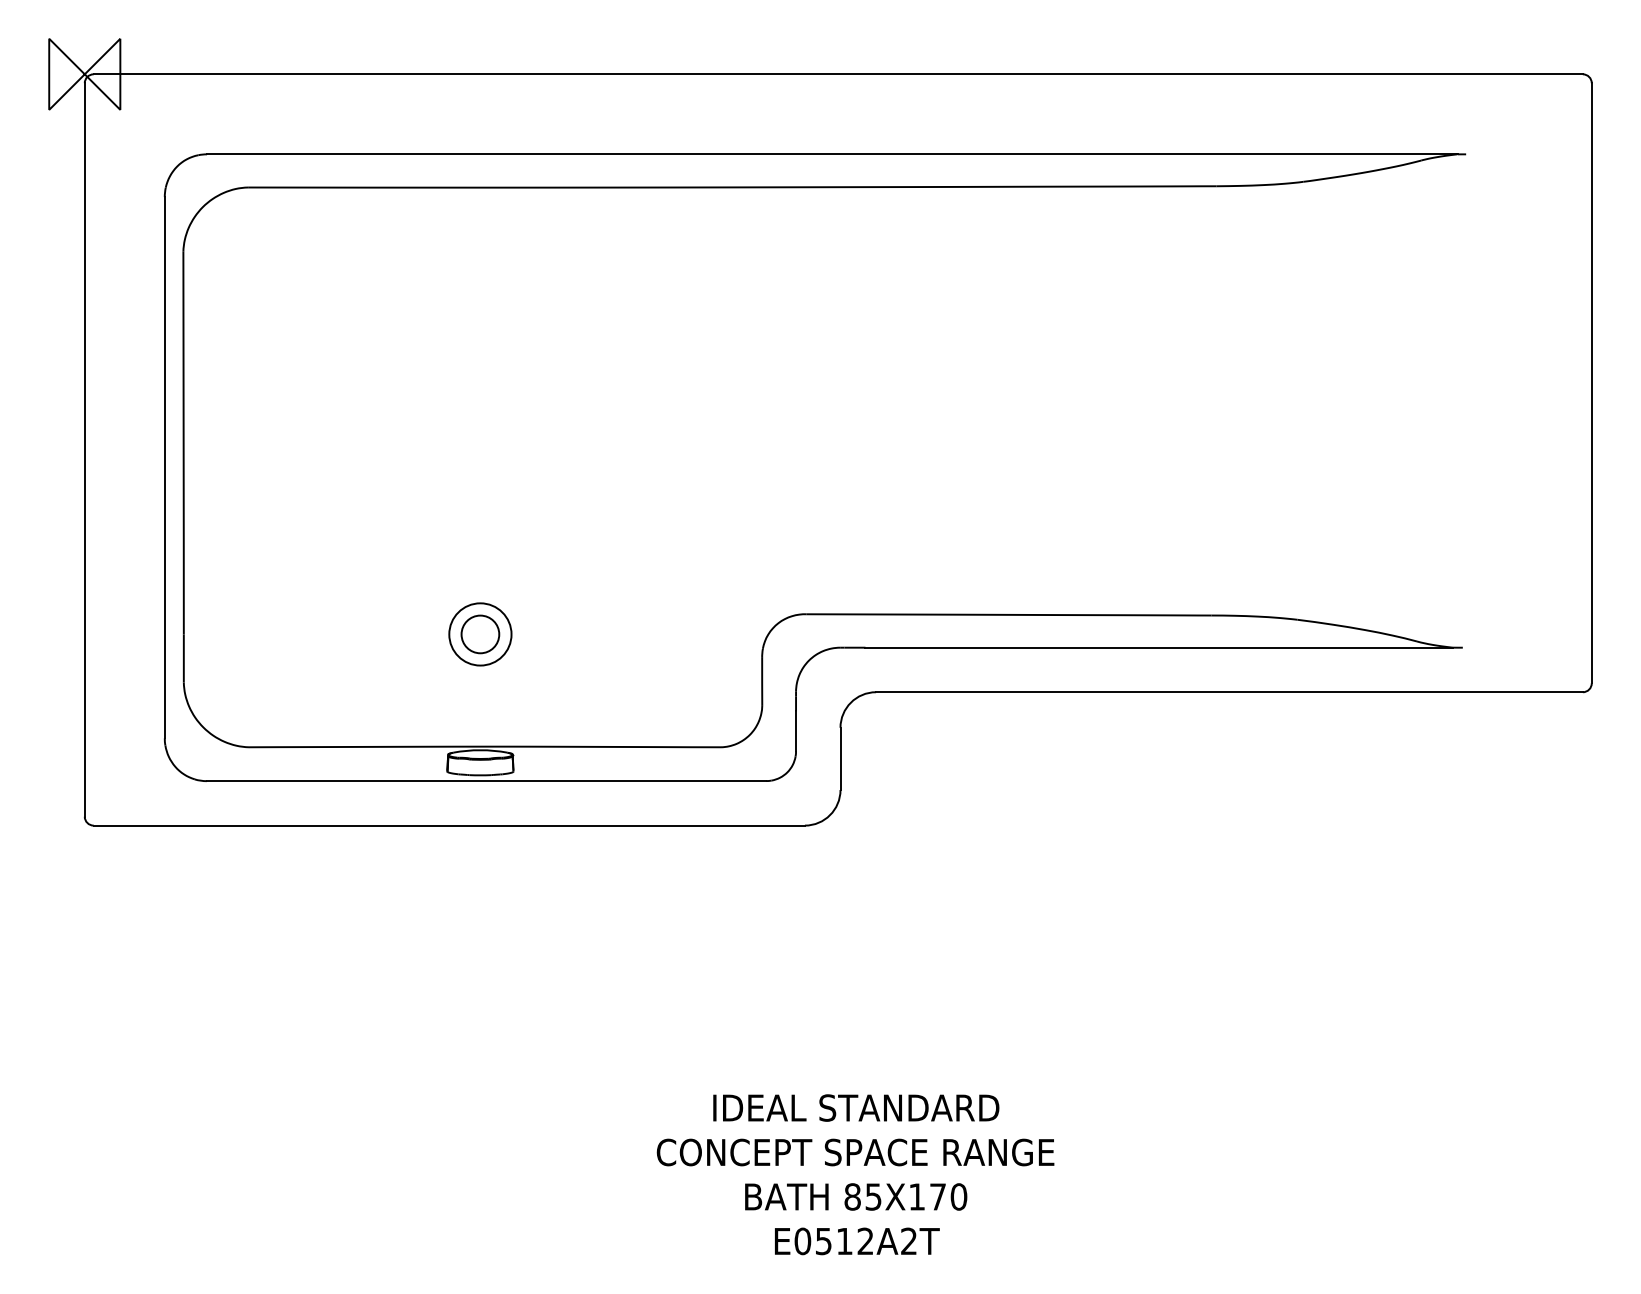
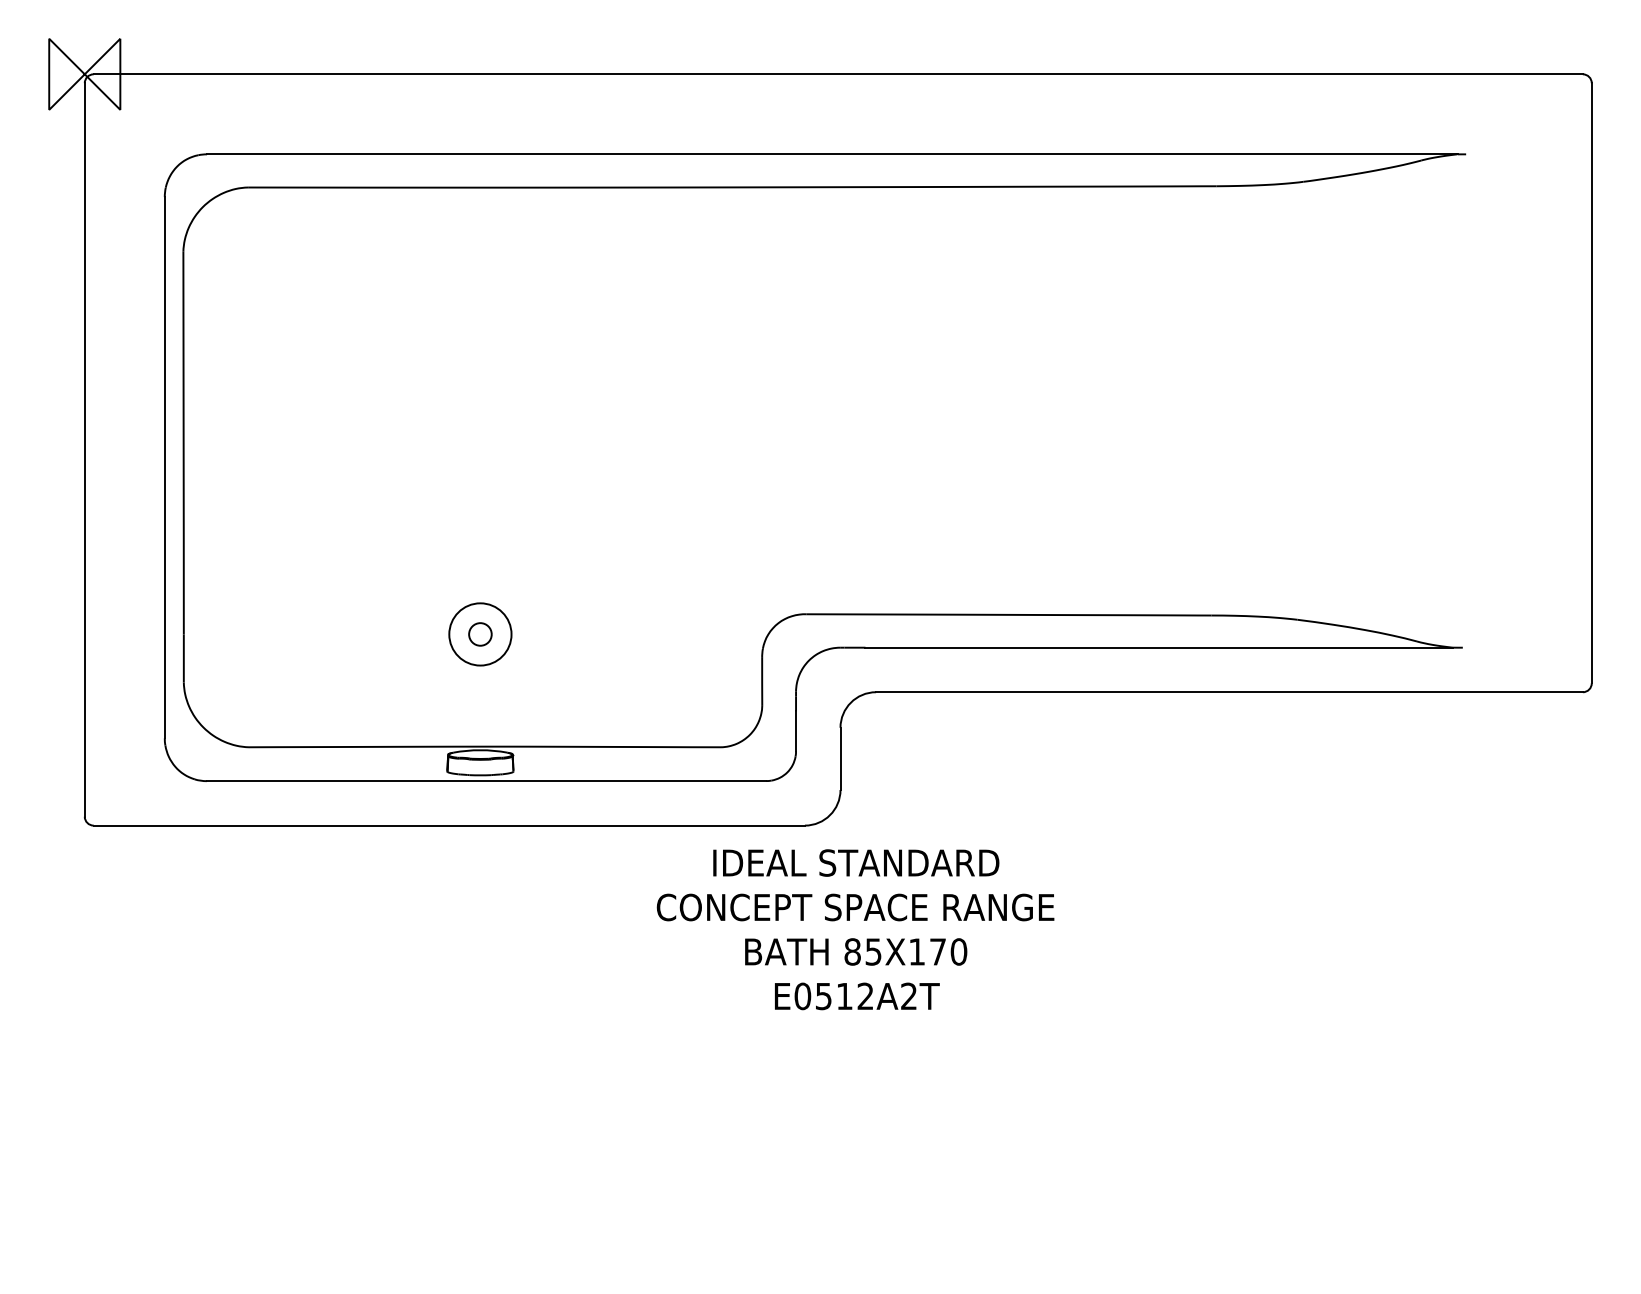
circle at (480, 634) diameter: 38 px -> 23 px
text at (855, 1174) position: (855, 1174) -> (855, 929)
